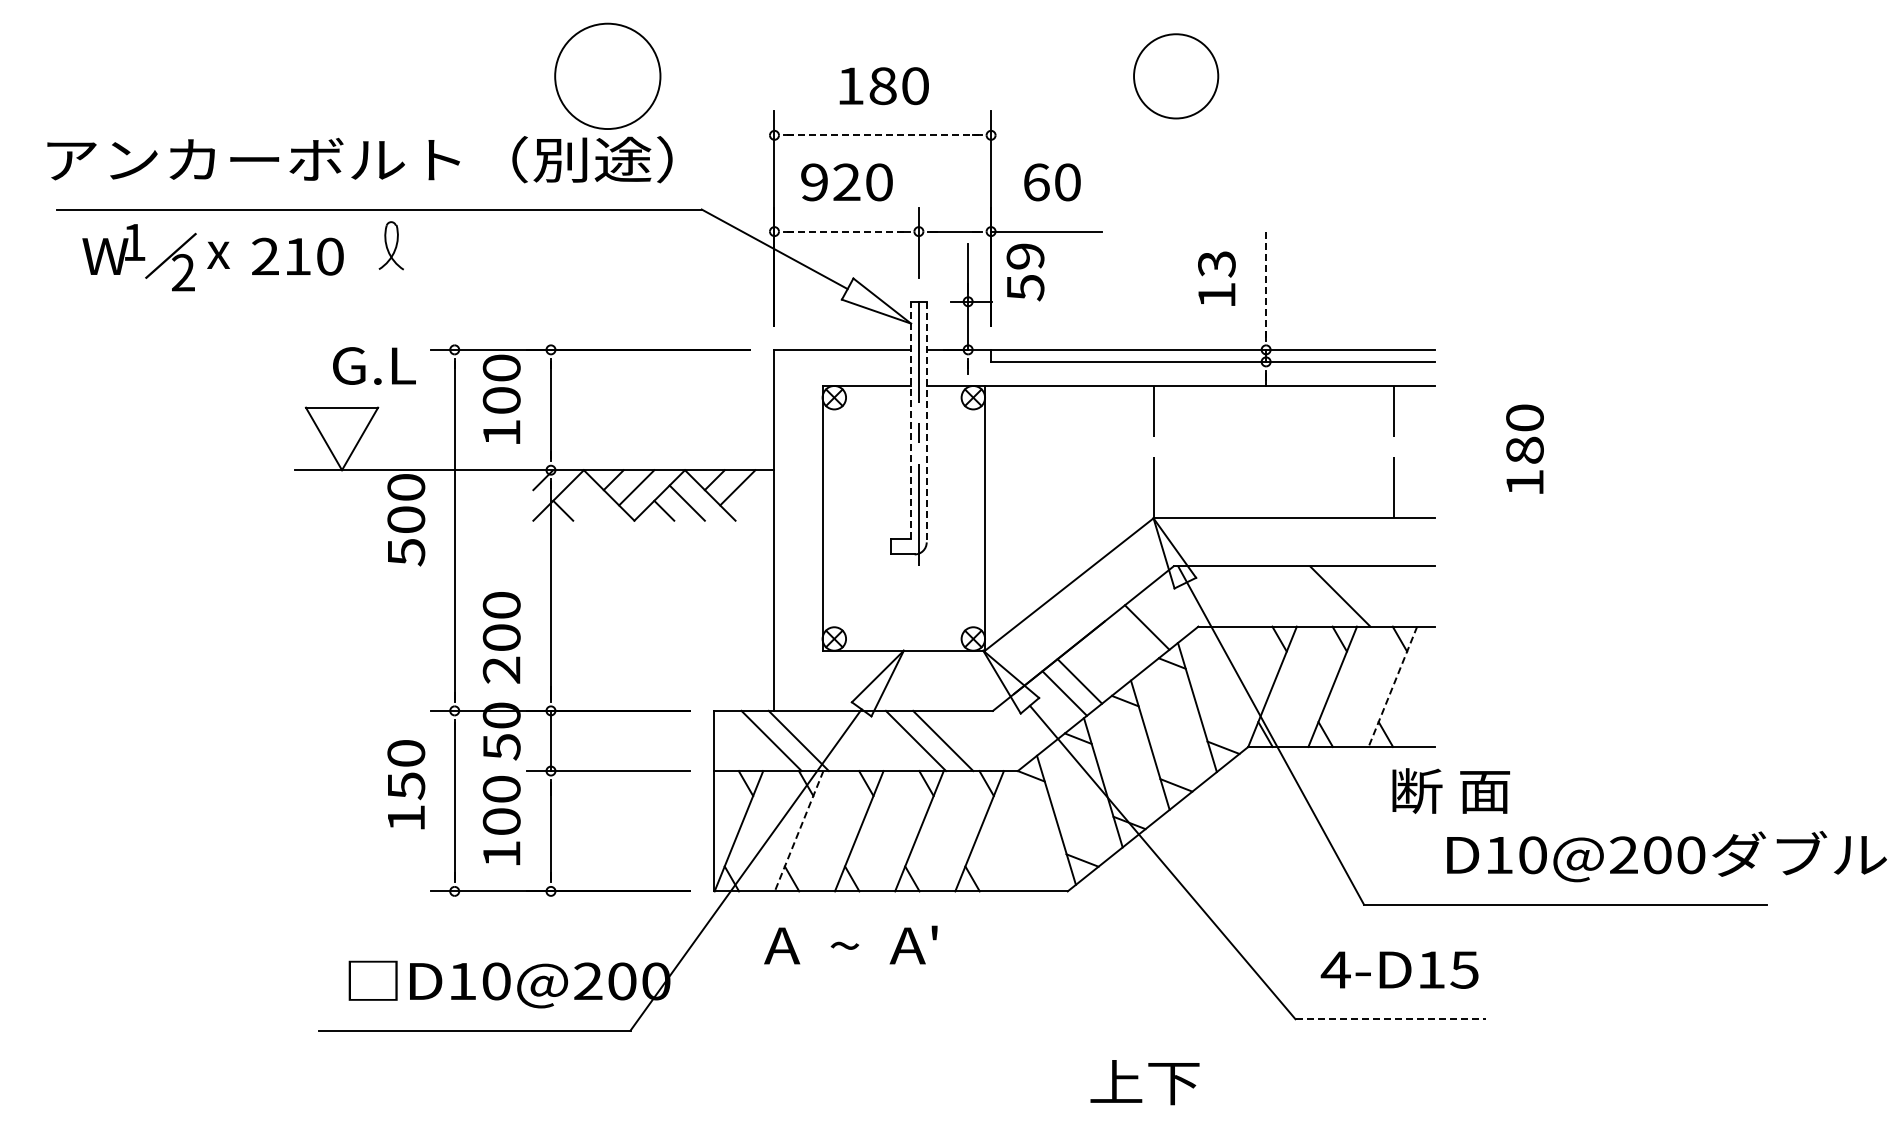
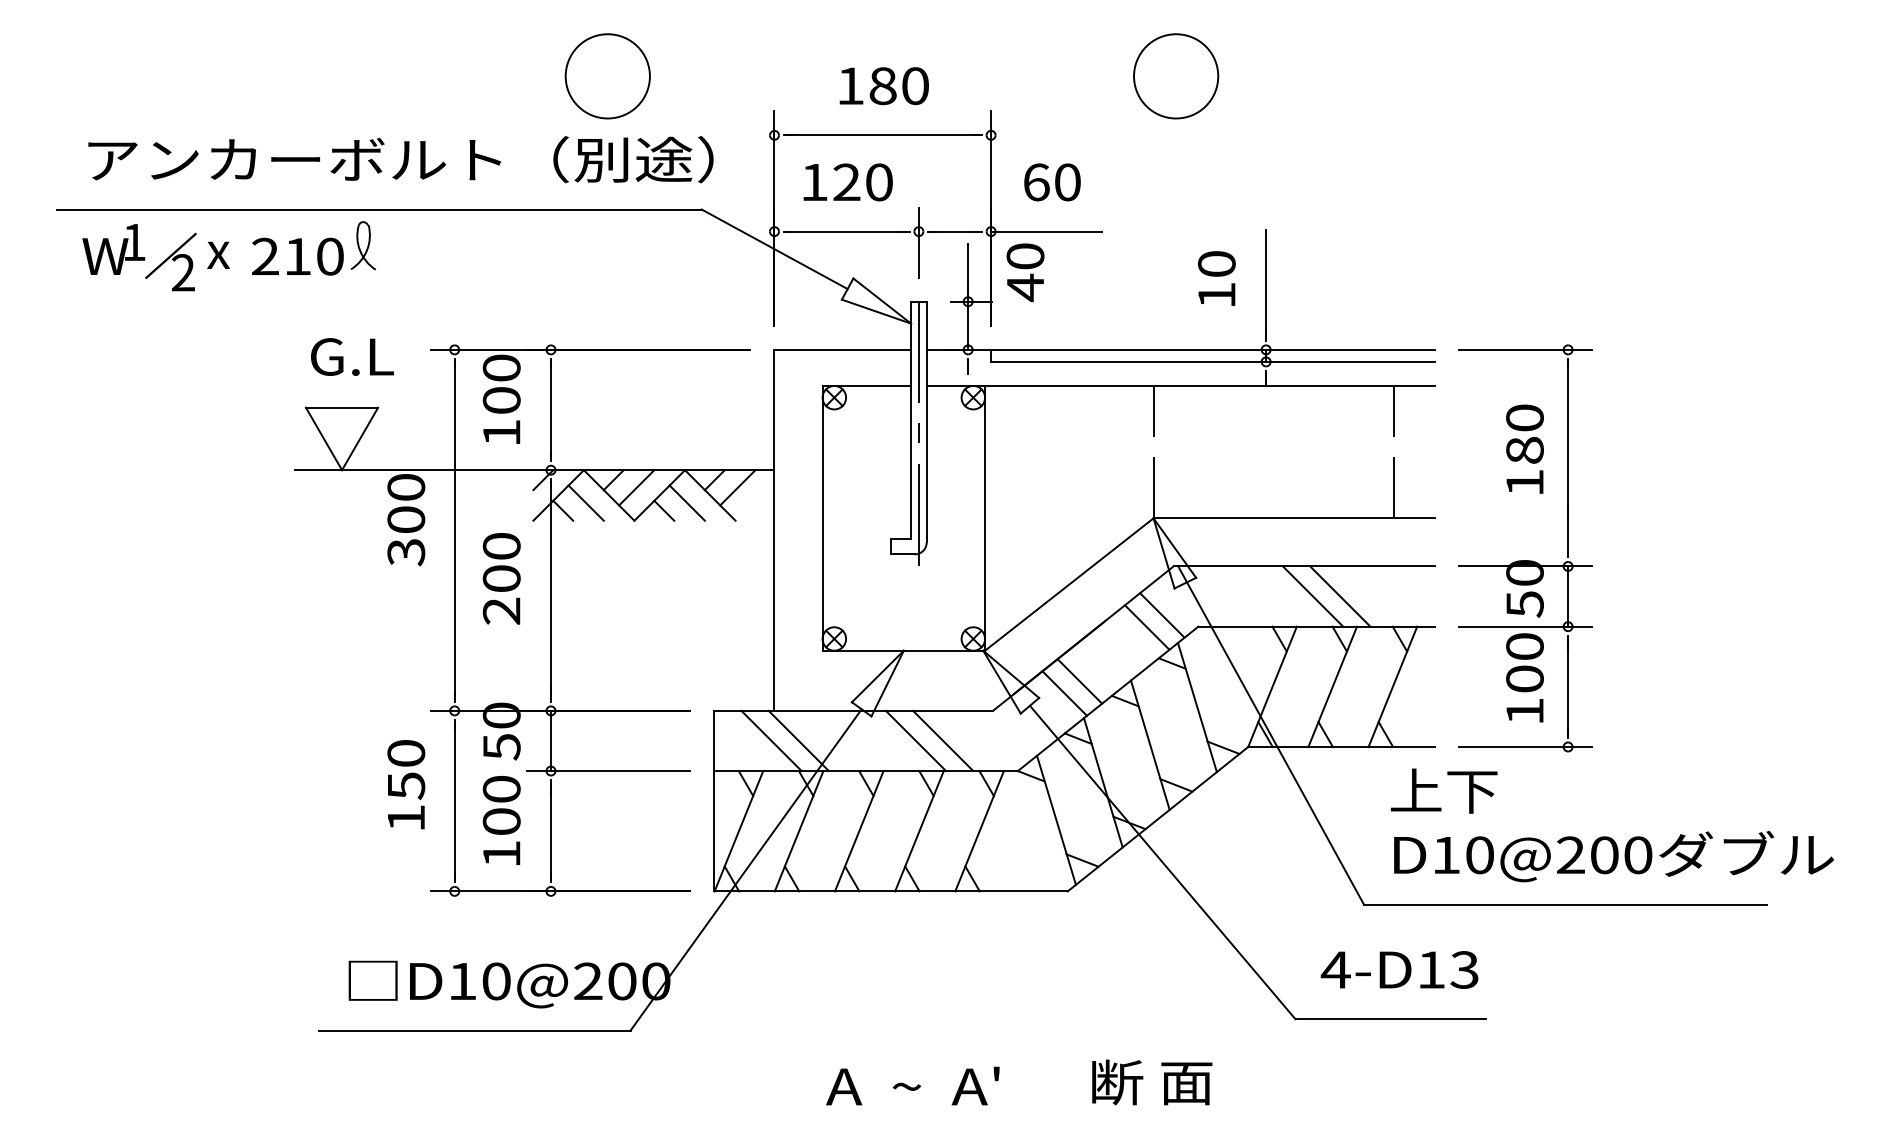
circle at (607, 76) diameter: 105 px -> 84 px
line at (883, 135): dashed -> solid
text at (359, 159) position: (359, 159) -> (400, 159)
text at (814, 182): 920 -> 120
line at (847, 231): dashed -> solid
part at (390, 245) position: (390, 245) -> (362, 245)
text at (1216, 264): 13 -> 10
text at (1025, 272): 59 -> 40
line at (1266, 284): dashed -> solid
text at (374, 365) position: (374, 365) -> (352, 356)
line at (911, 420): dashed -> solid
line at (926, 422): dashed -> solid
line at (585, 502): none -> present
text at (406, 552): 500 -> 300
part at (1525, 560): none -> present
line at (1313, 596): none -> present
line at (1162, 615): none -> present
text at (501, 637) position: (501, 637) -> (501, 578)
line at (1392, 686): dashed -> solid
text at (1450, 790): 断 面 -> 上下
line at (799, 831): dashed -> solid
text at (1666, 856) position: (1666, 856) -> (1613, 856)
text at (850, 944) position: (850, 944) -> (912, 1085)
text at (1464, 969): 4-D15 -> 4-D13
line at (1391, 1019): dashed -> solid
text at (1151, 1082): 上下 -> 断 面
